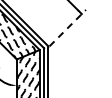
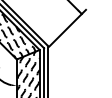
line at (67, 28): dashed -> solid
